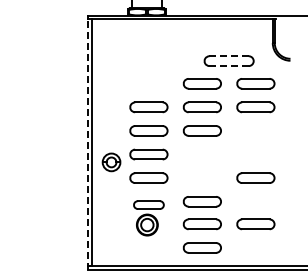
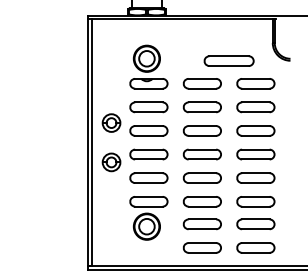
line at (229, 56): dashed -> solid
part at (148, 66): none -> present
line at (229, 66): dashed -> solid
part at (111, 122): none -> present
part at (255, 130): none -> present
line at (87, 144): dashed -> solid
part at (201, 154): none -> present
part at (255, 154): none -> present
part at (201, 177): none -> present
part at (255, 201): none -> present
part at (148, 218) size: 32x37 px -> 40x45 px
part at (255, 247): none -> present
